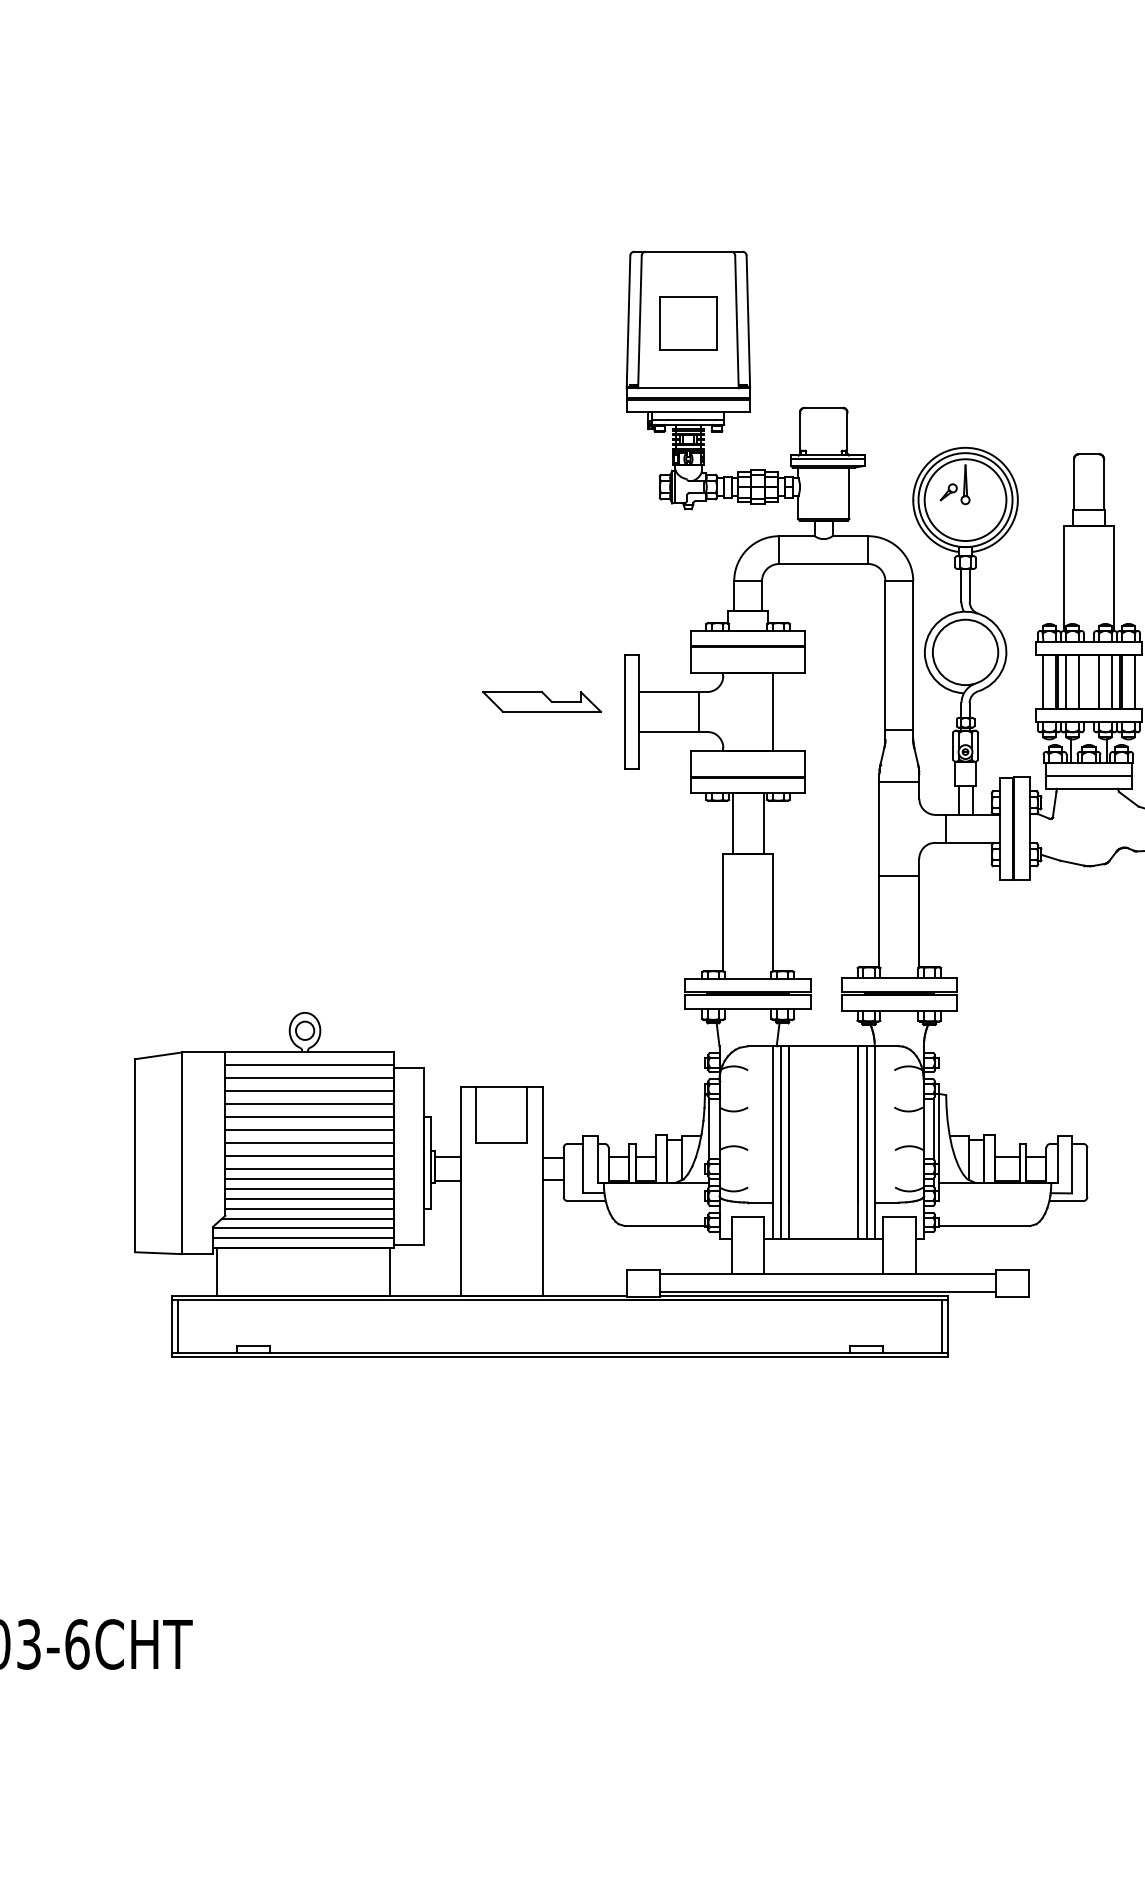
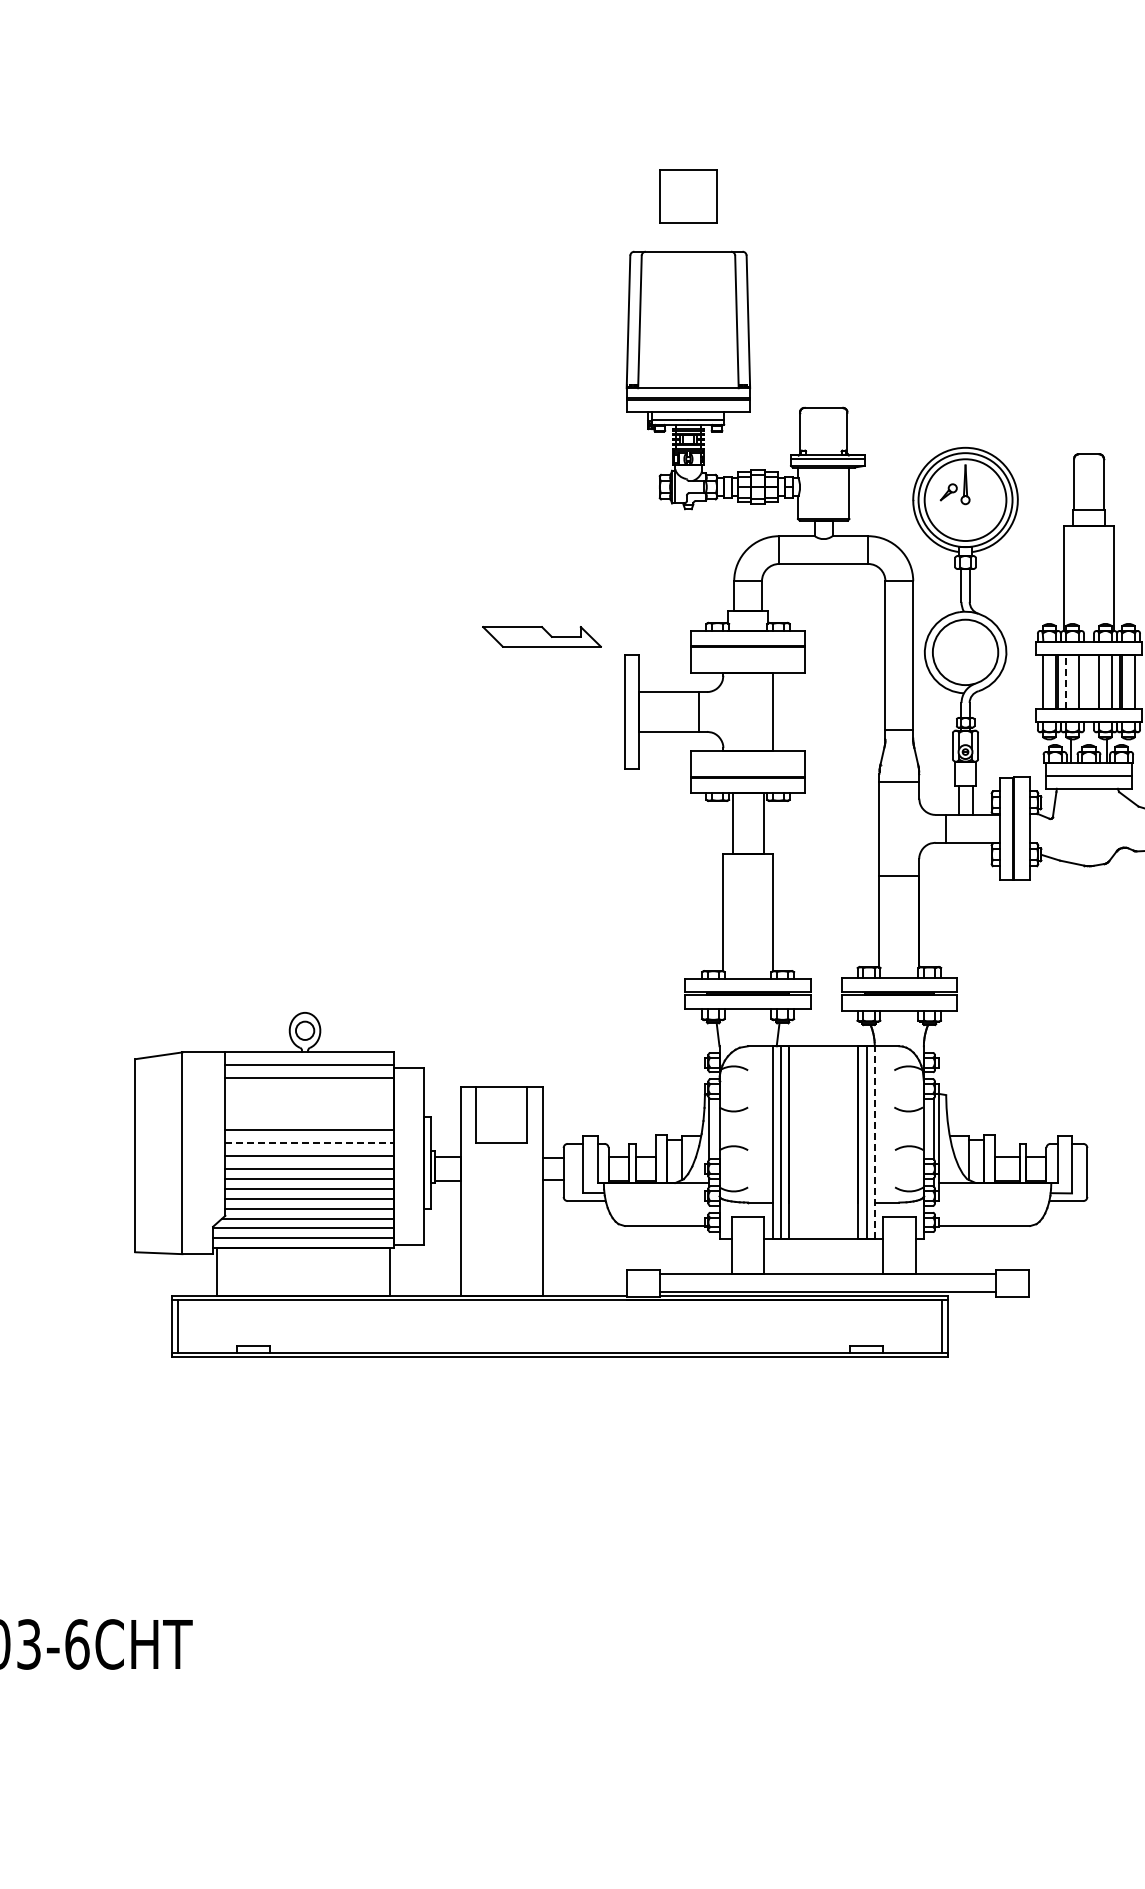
part at (688, 323) position: (688, 323) -> (688, 196)
line at (1066, 681): solid -> dashed
part at (541, 701) position: (541, 701) -> (541, 636)
line at (309, 1091): present -> none
line at (309, 1104): present -> none
line at (309, 1117): present -> none
line at (874, 1142): solid -> dashed
line at (309, 1143): solid -> dashed
